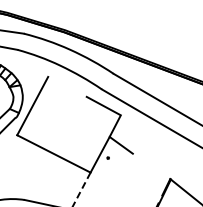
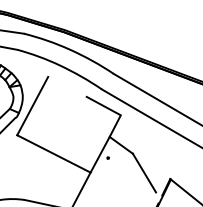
line at (144, 172): none -> present
line at (81, 190): dashed -> solid
